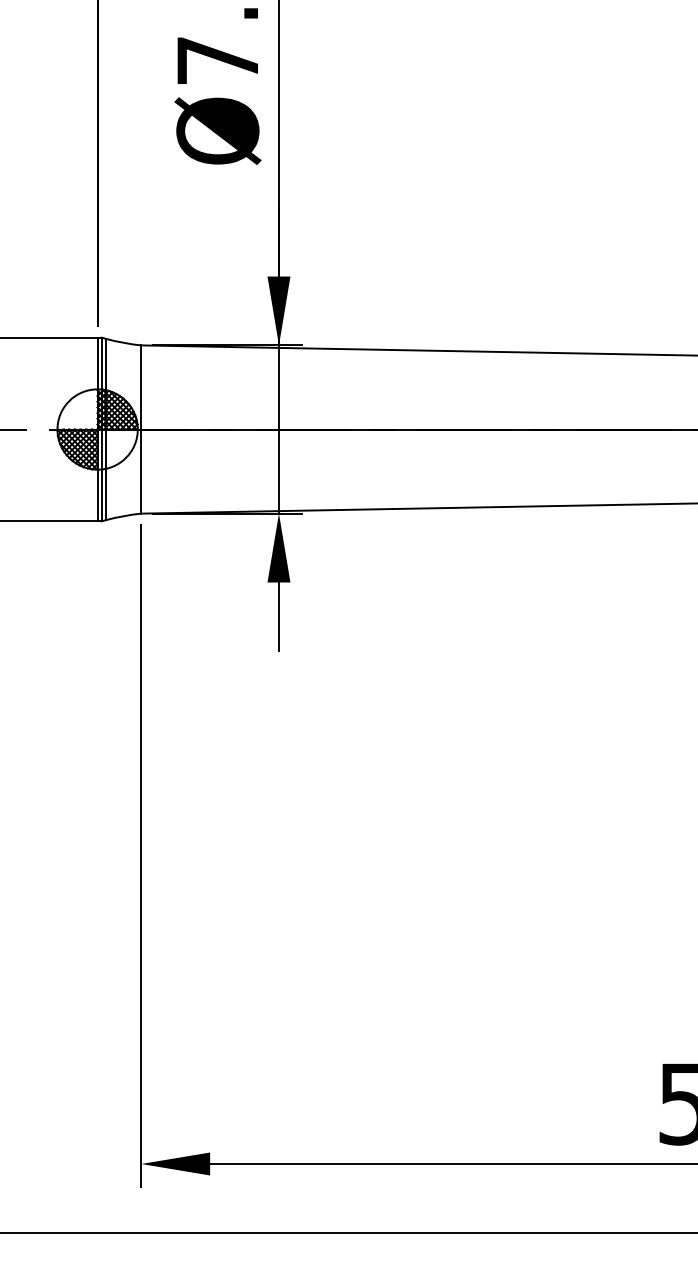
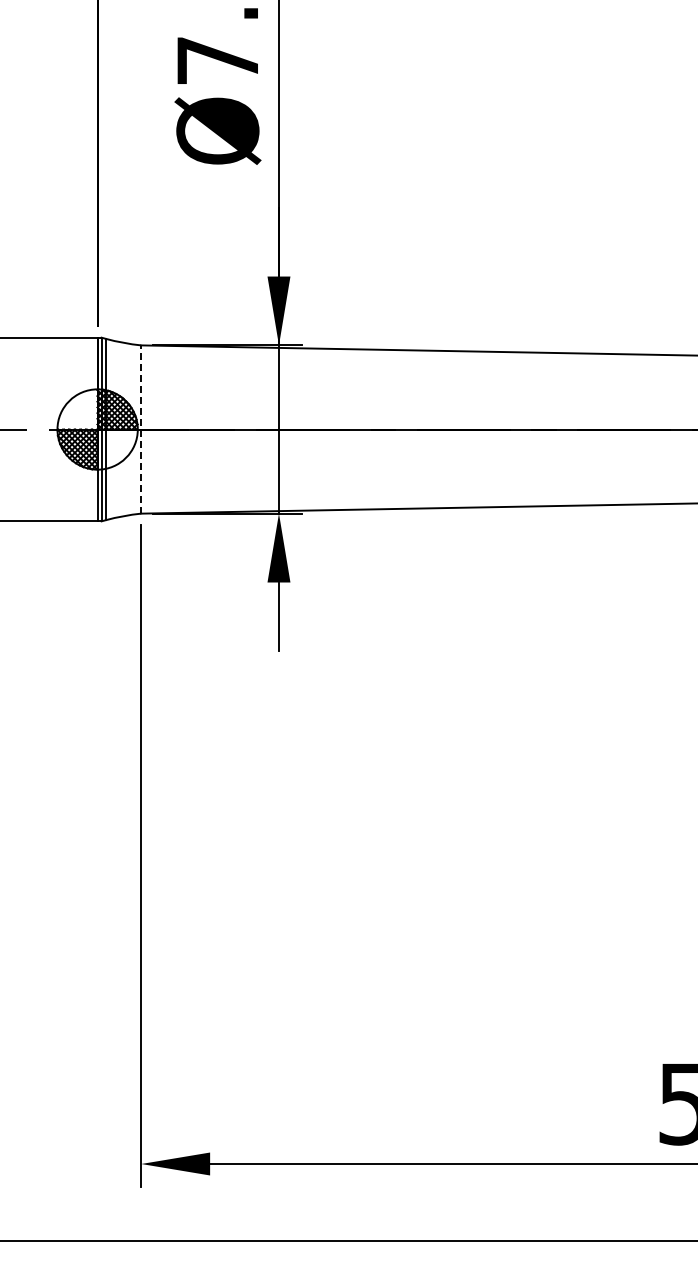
line at (141, 429): solid -> dashed
line at (348, 1232) position: (348, 1232) -> (348, 1240)
